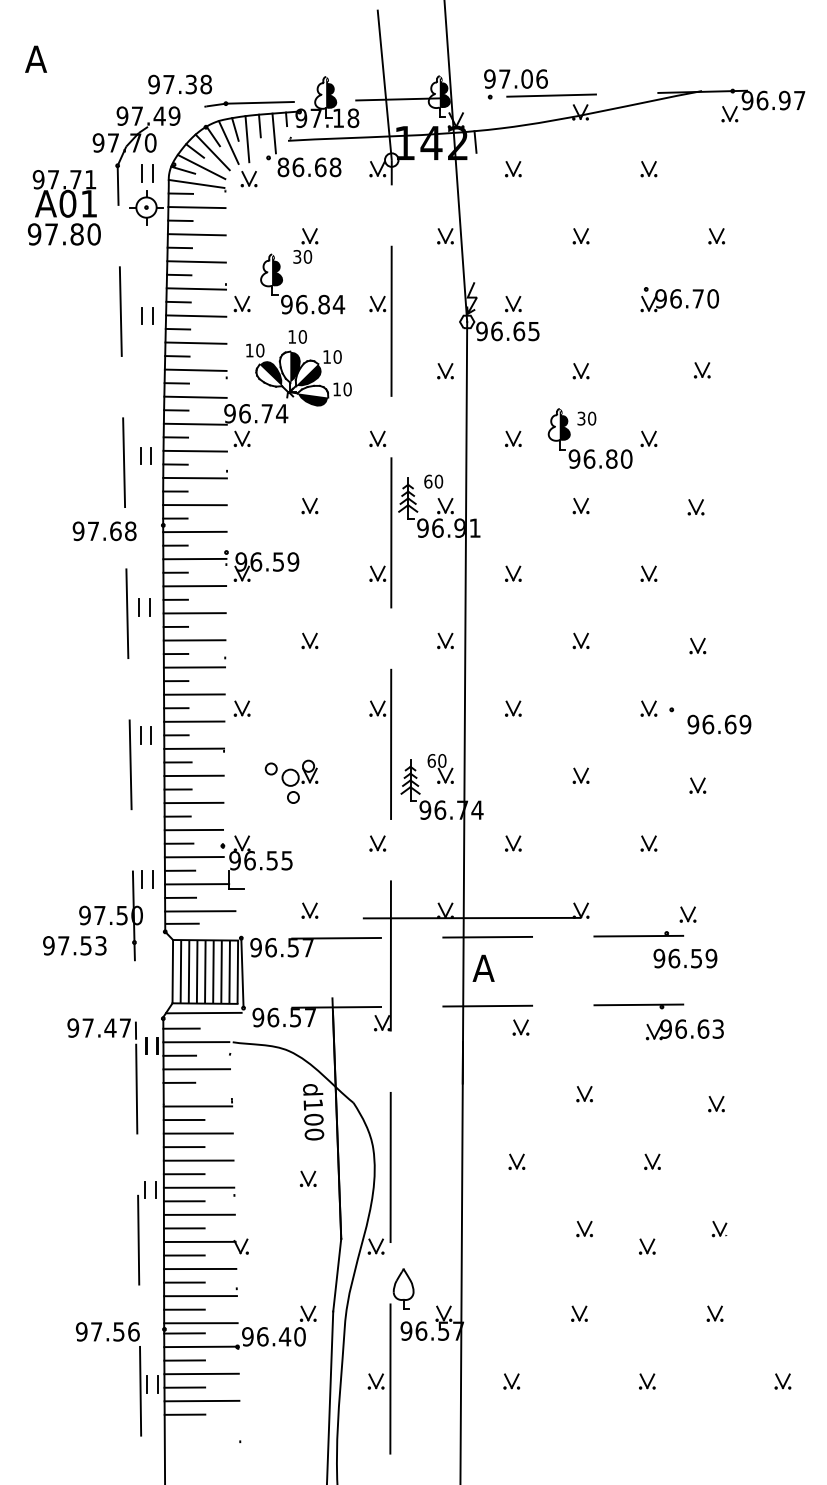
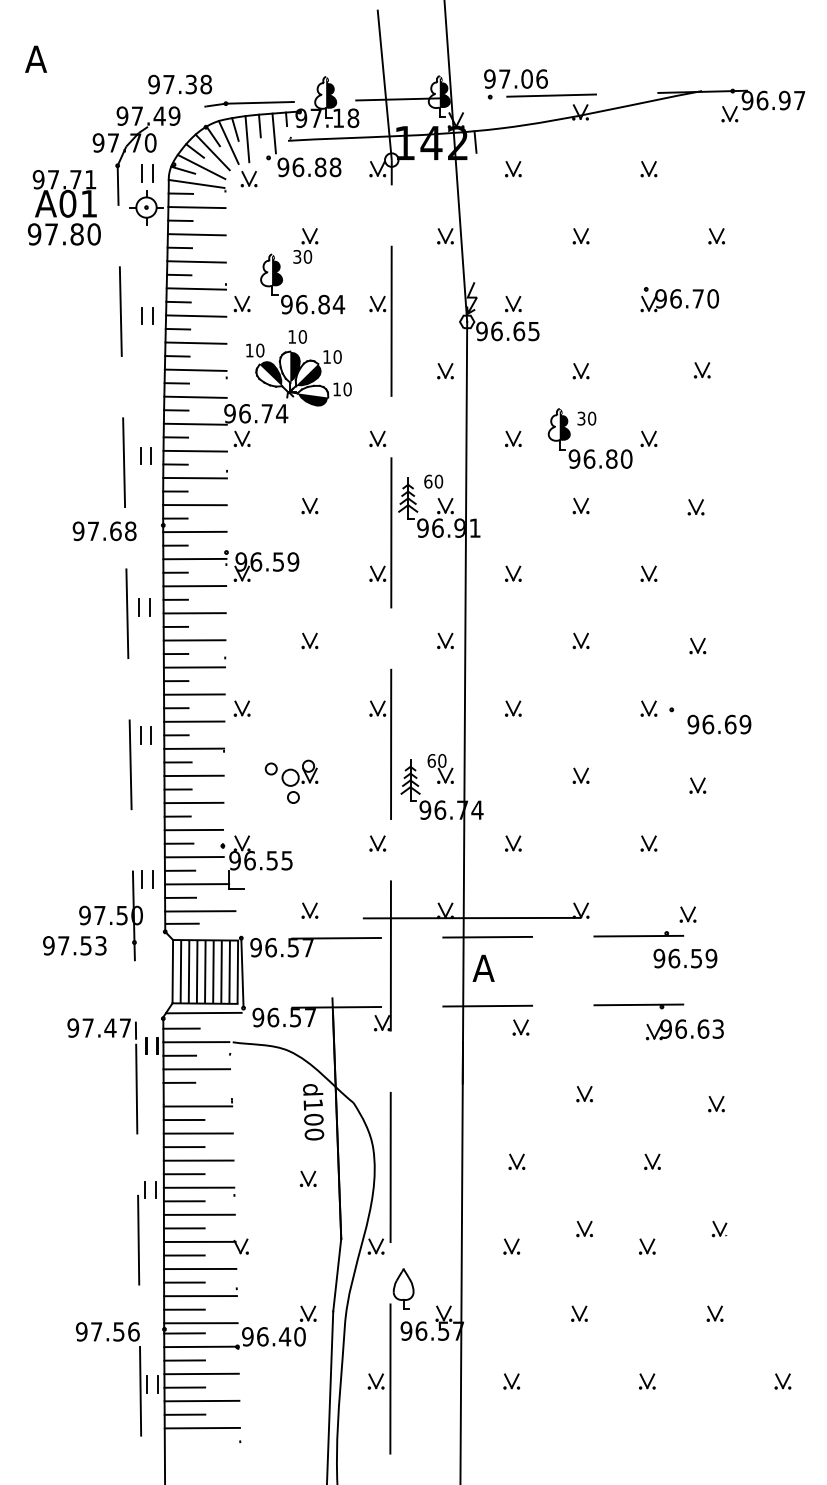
text at (301, 167): 86.68 -> 96.88
part at (511, 1246): none -> present
line at (201, 1427): none -> present
